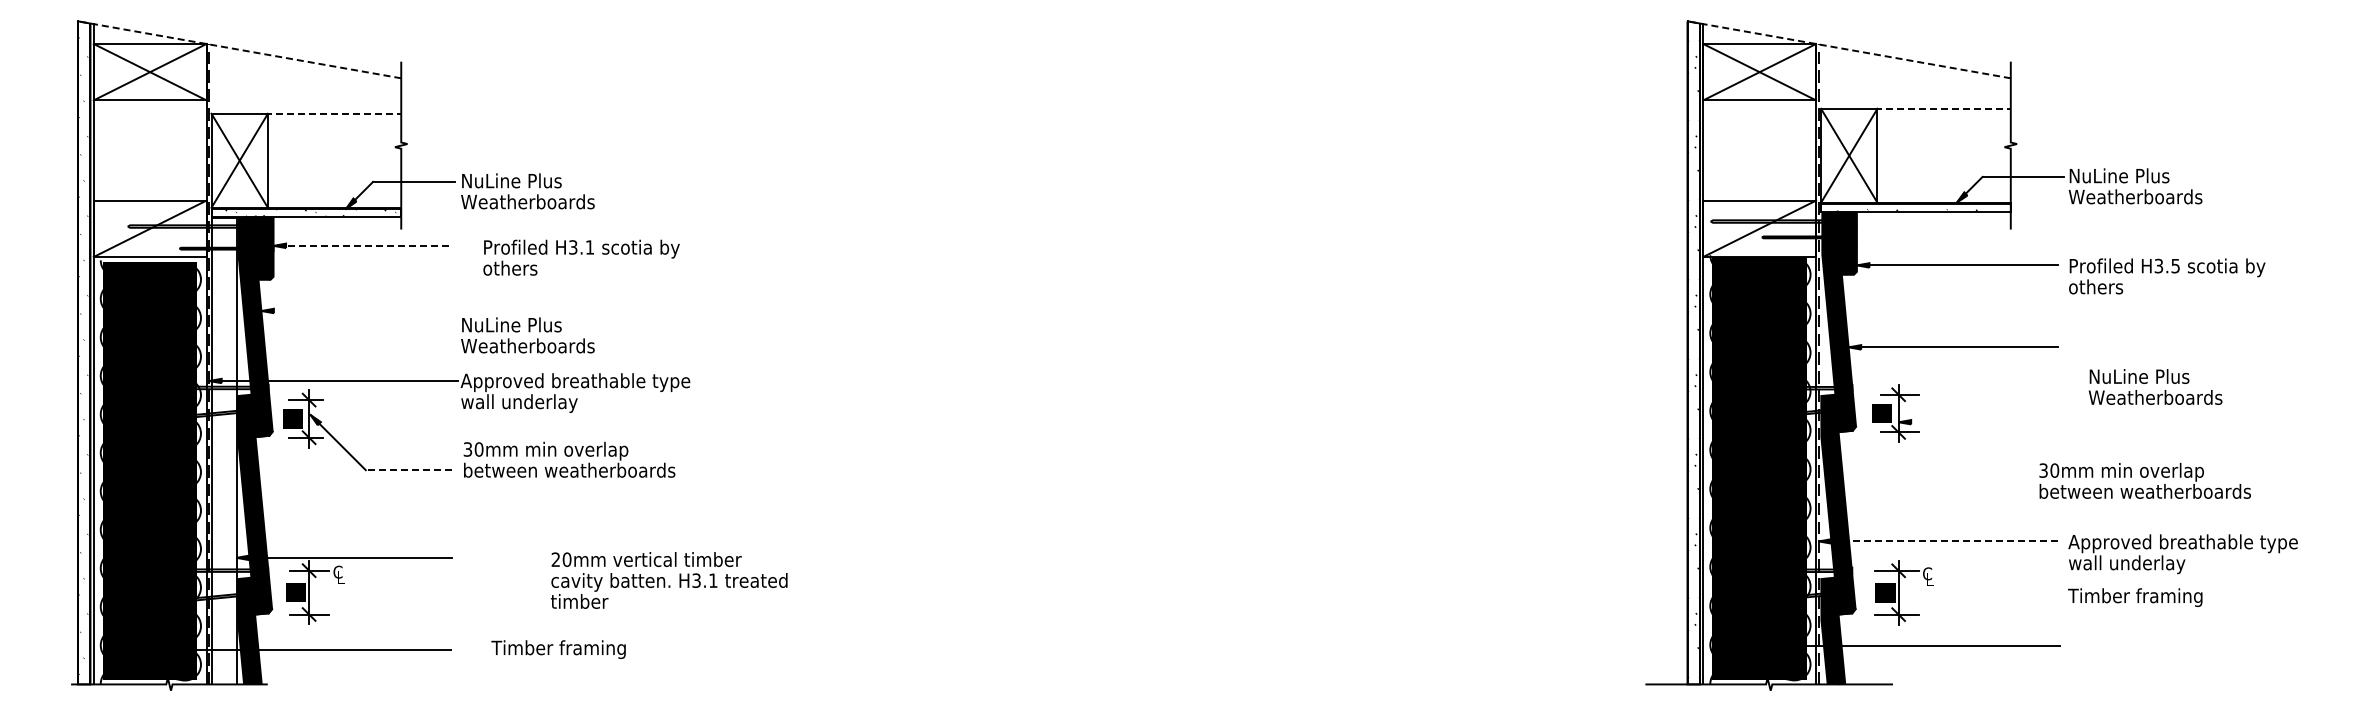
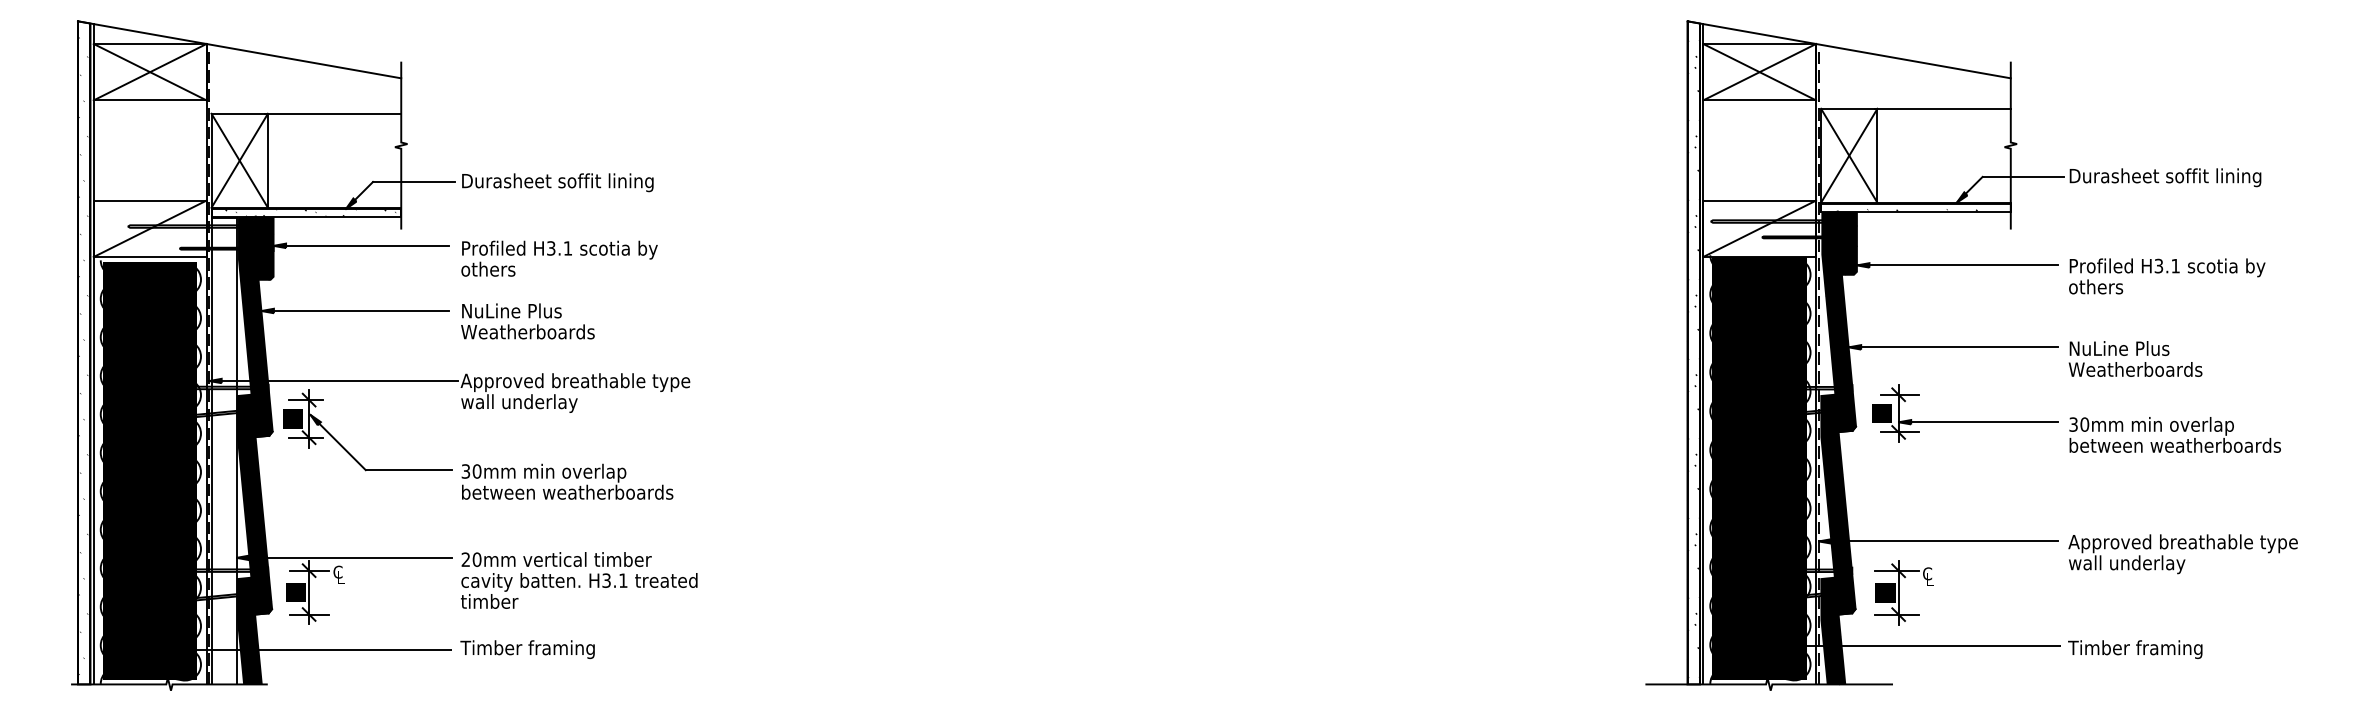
line at (239, 49): dashed -> solid
line at (1848, 49): dashed -> solid
line at (1942, 108): dashed -> solid
line at (333, 113): dashed -> solid
text at (2164, 186): NuLine Plus Weatherboards -> Durasheet soffit lining
text at (557, 191): NuLine Plus Weatherboards -> Durasheet soffit lining
line at (361, 245): dashed -> solid
text at (581, 257) position: (581, 257) -> (559, 258)
text at (2175, 266): H3.5 -> H3.1
line at (354, 311): none -> present
text at (527, 335) position: (527, 335) -> (527, 321)
text at (2155, 386) position: (2155, 386) -> (2135, 358)
line at (1978, 422): none -> present
text at (569, 459) position: (569, 459) -> (567, 481)
line at (408, 470): dashed -> solid
text at (2144, 480) position: (2144, 480) -> (2174, 434)
line at (1938, 541): dashed -> solid
text at (669, 580) position: (669, 580) -> (579, 580)
text at (2135, 597) position: (2135, 597) -> (2135, 649)
text at (558, 649) position: (558, 649) -> (527, 649)
